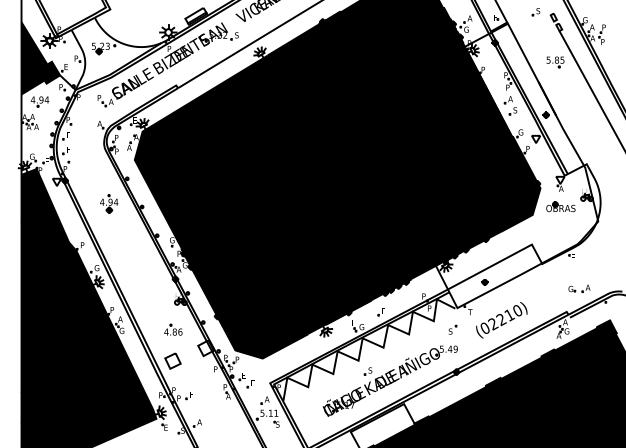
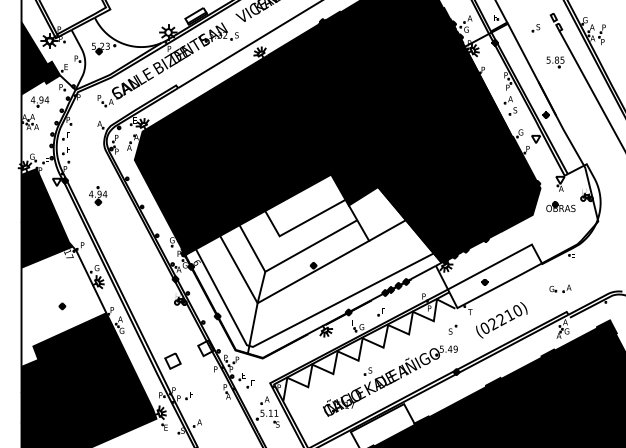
part at (535, 12) position: (535, 12) -> (535, 28)
part at (109, 203) position: (109, 203) -> (98, 195)
fill at (313, 265): present -> none
part at (579, 288) position: (579, 288) -> (560, 288)
fill at (63, 306): present -> none
part at (173, 329): present -> none
